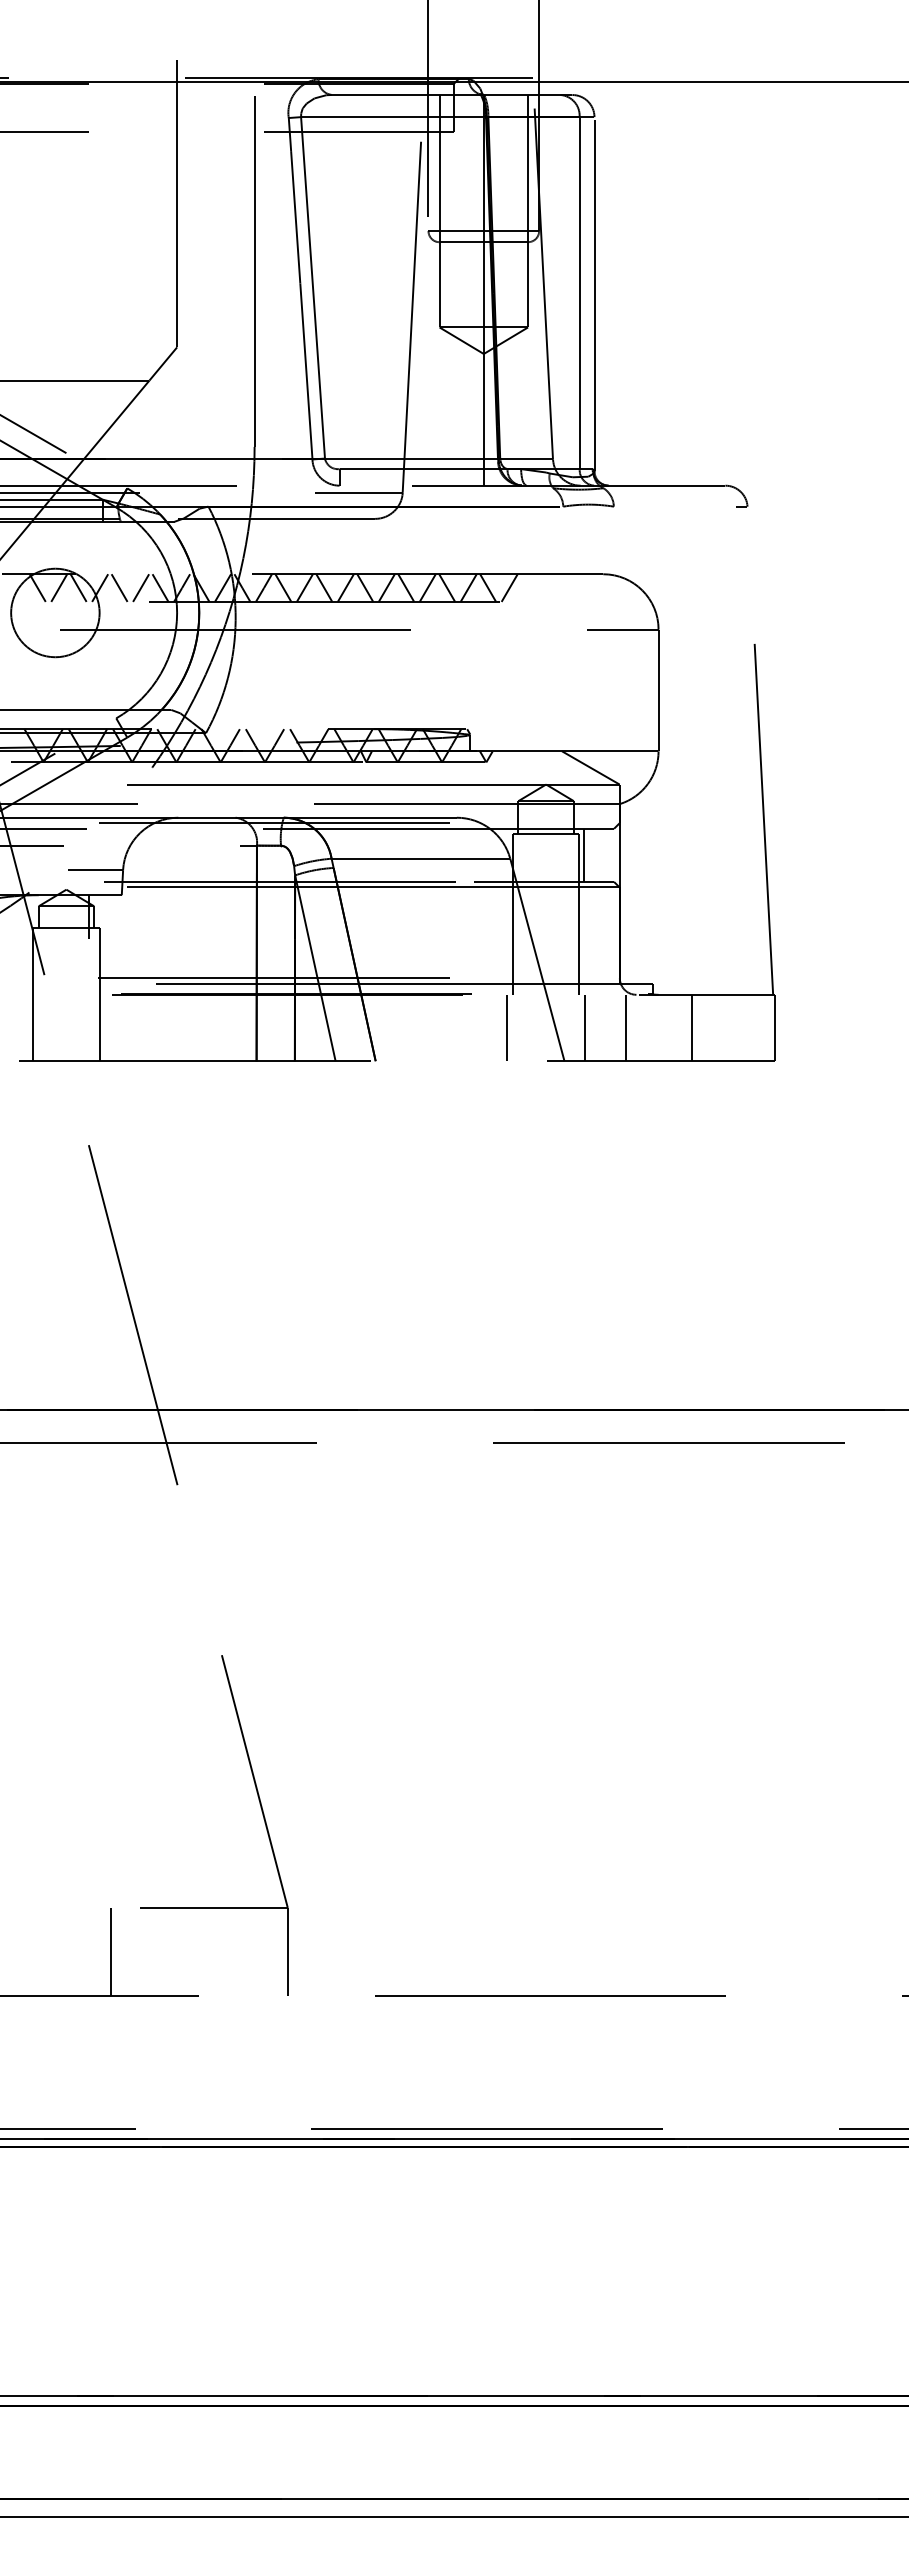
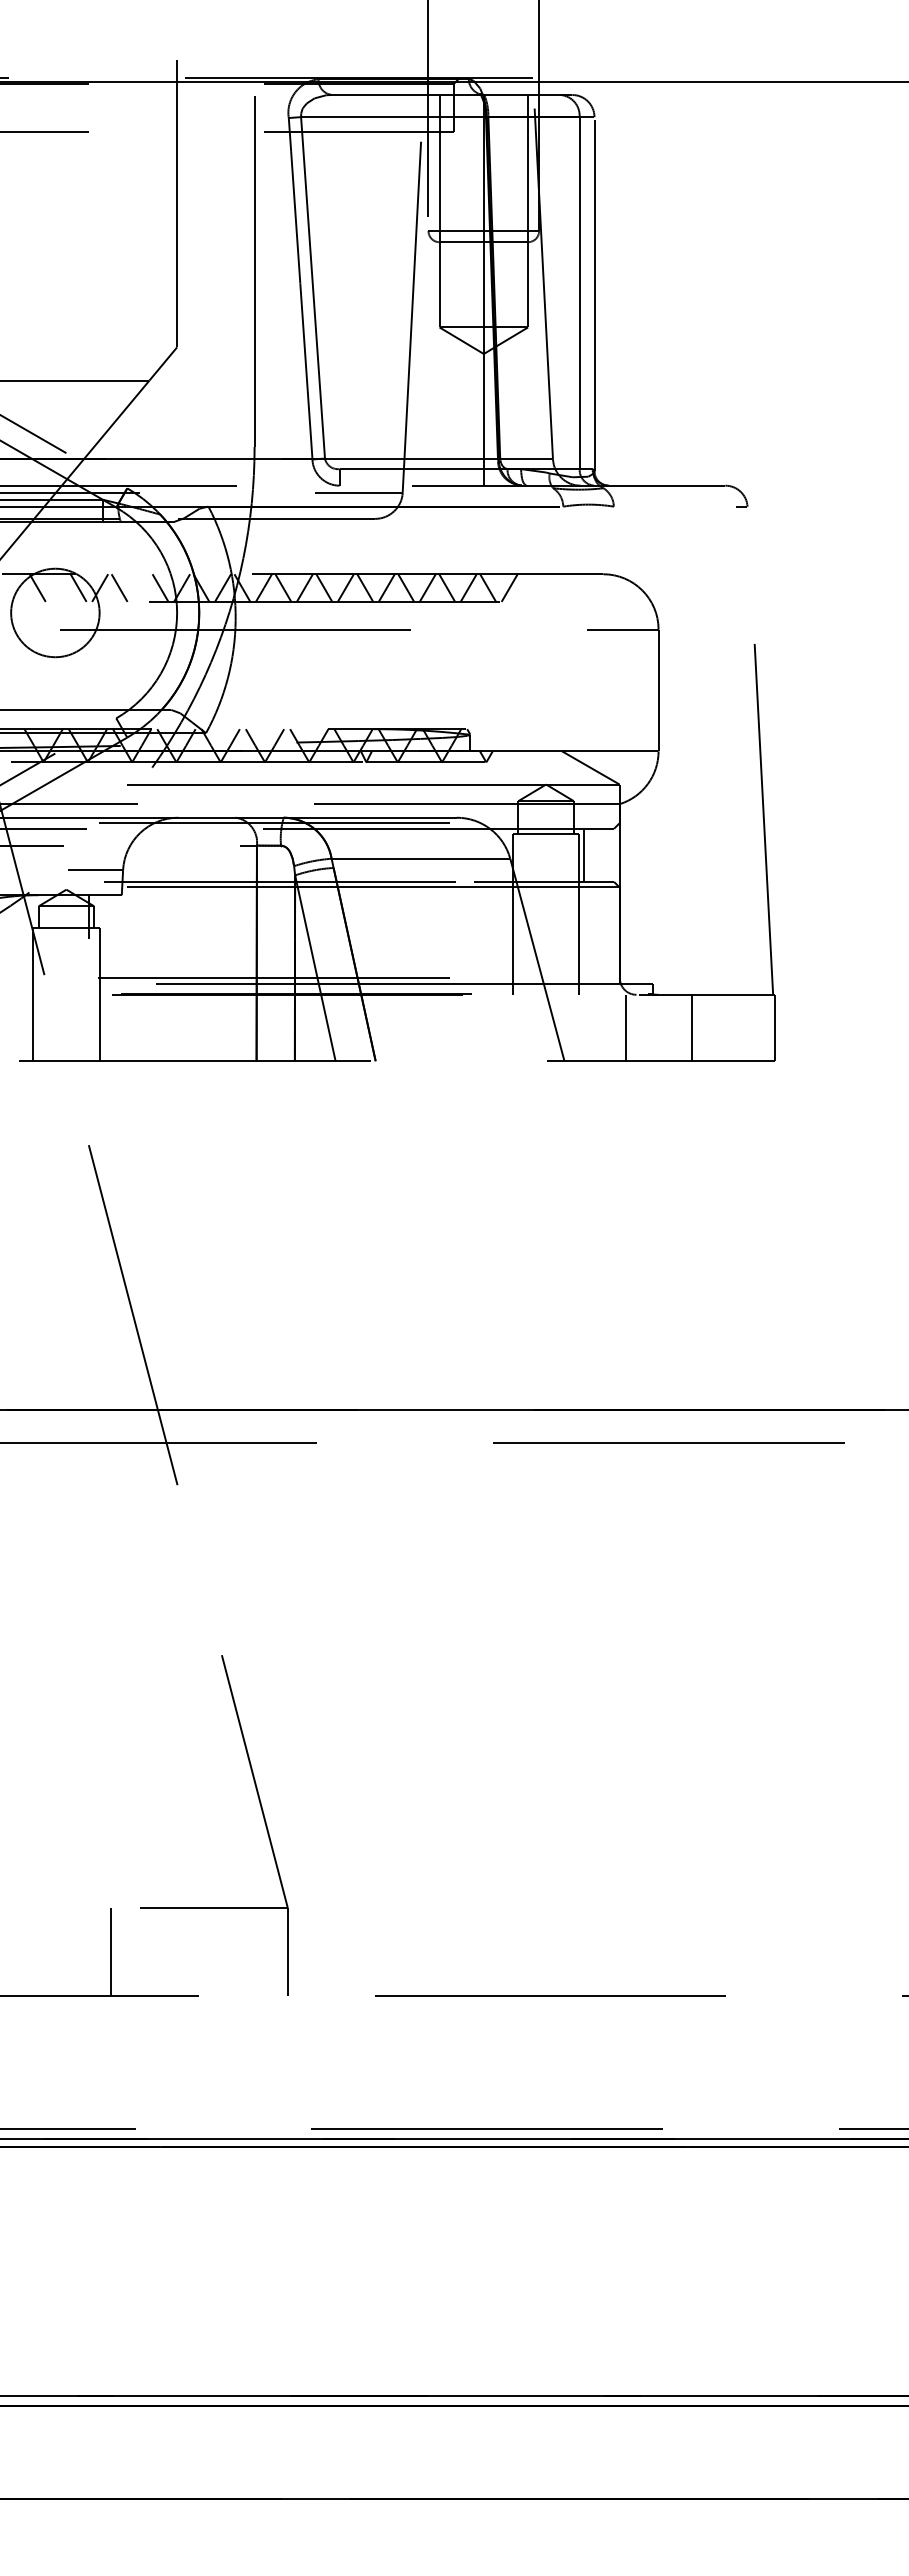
line at (59, 587): present -> none
line at (141, 587): present -> none
line at (507, 1027): present -> none
line at (584, 1027): present -> none
line at (453, 2516): present -> none
